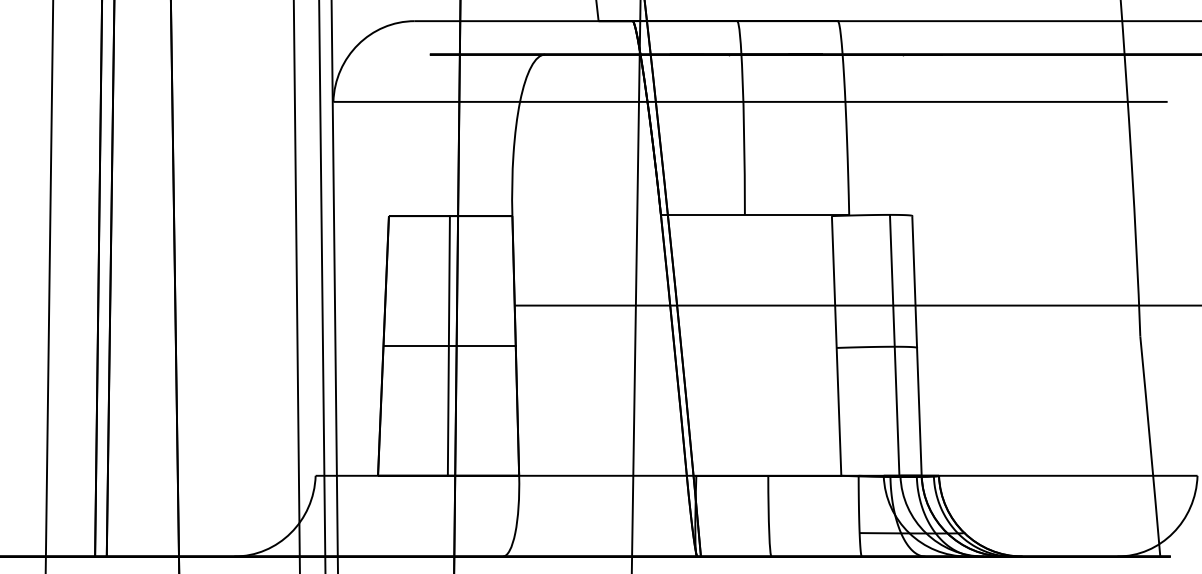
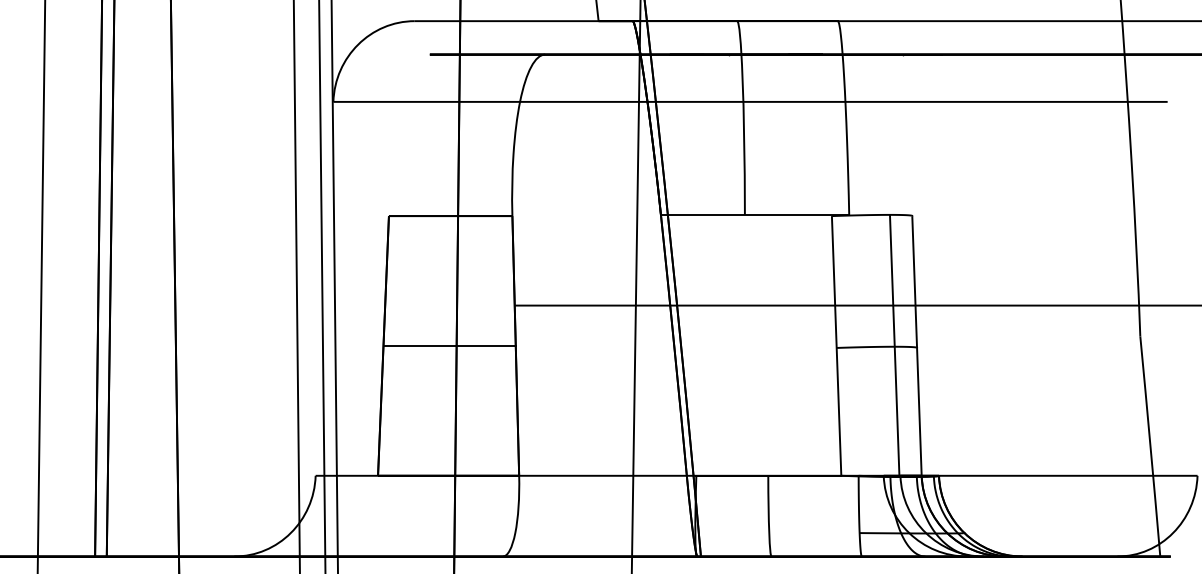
line at (49, 286) position: (49, 286) -> (41, 286)
line at (448, 345): present -> none
